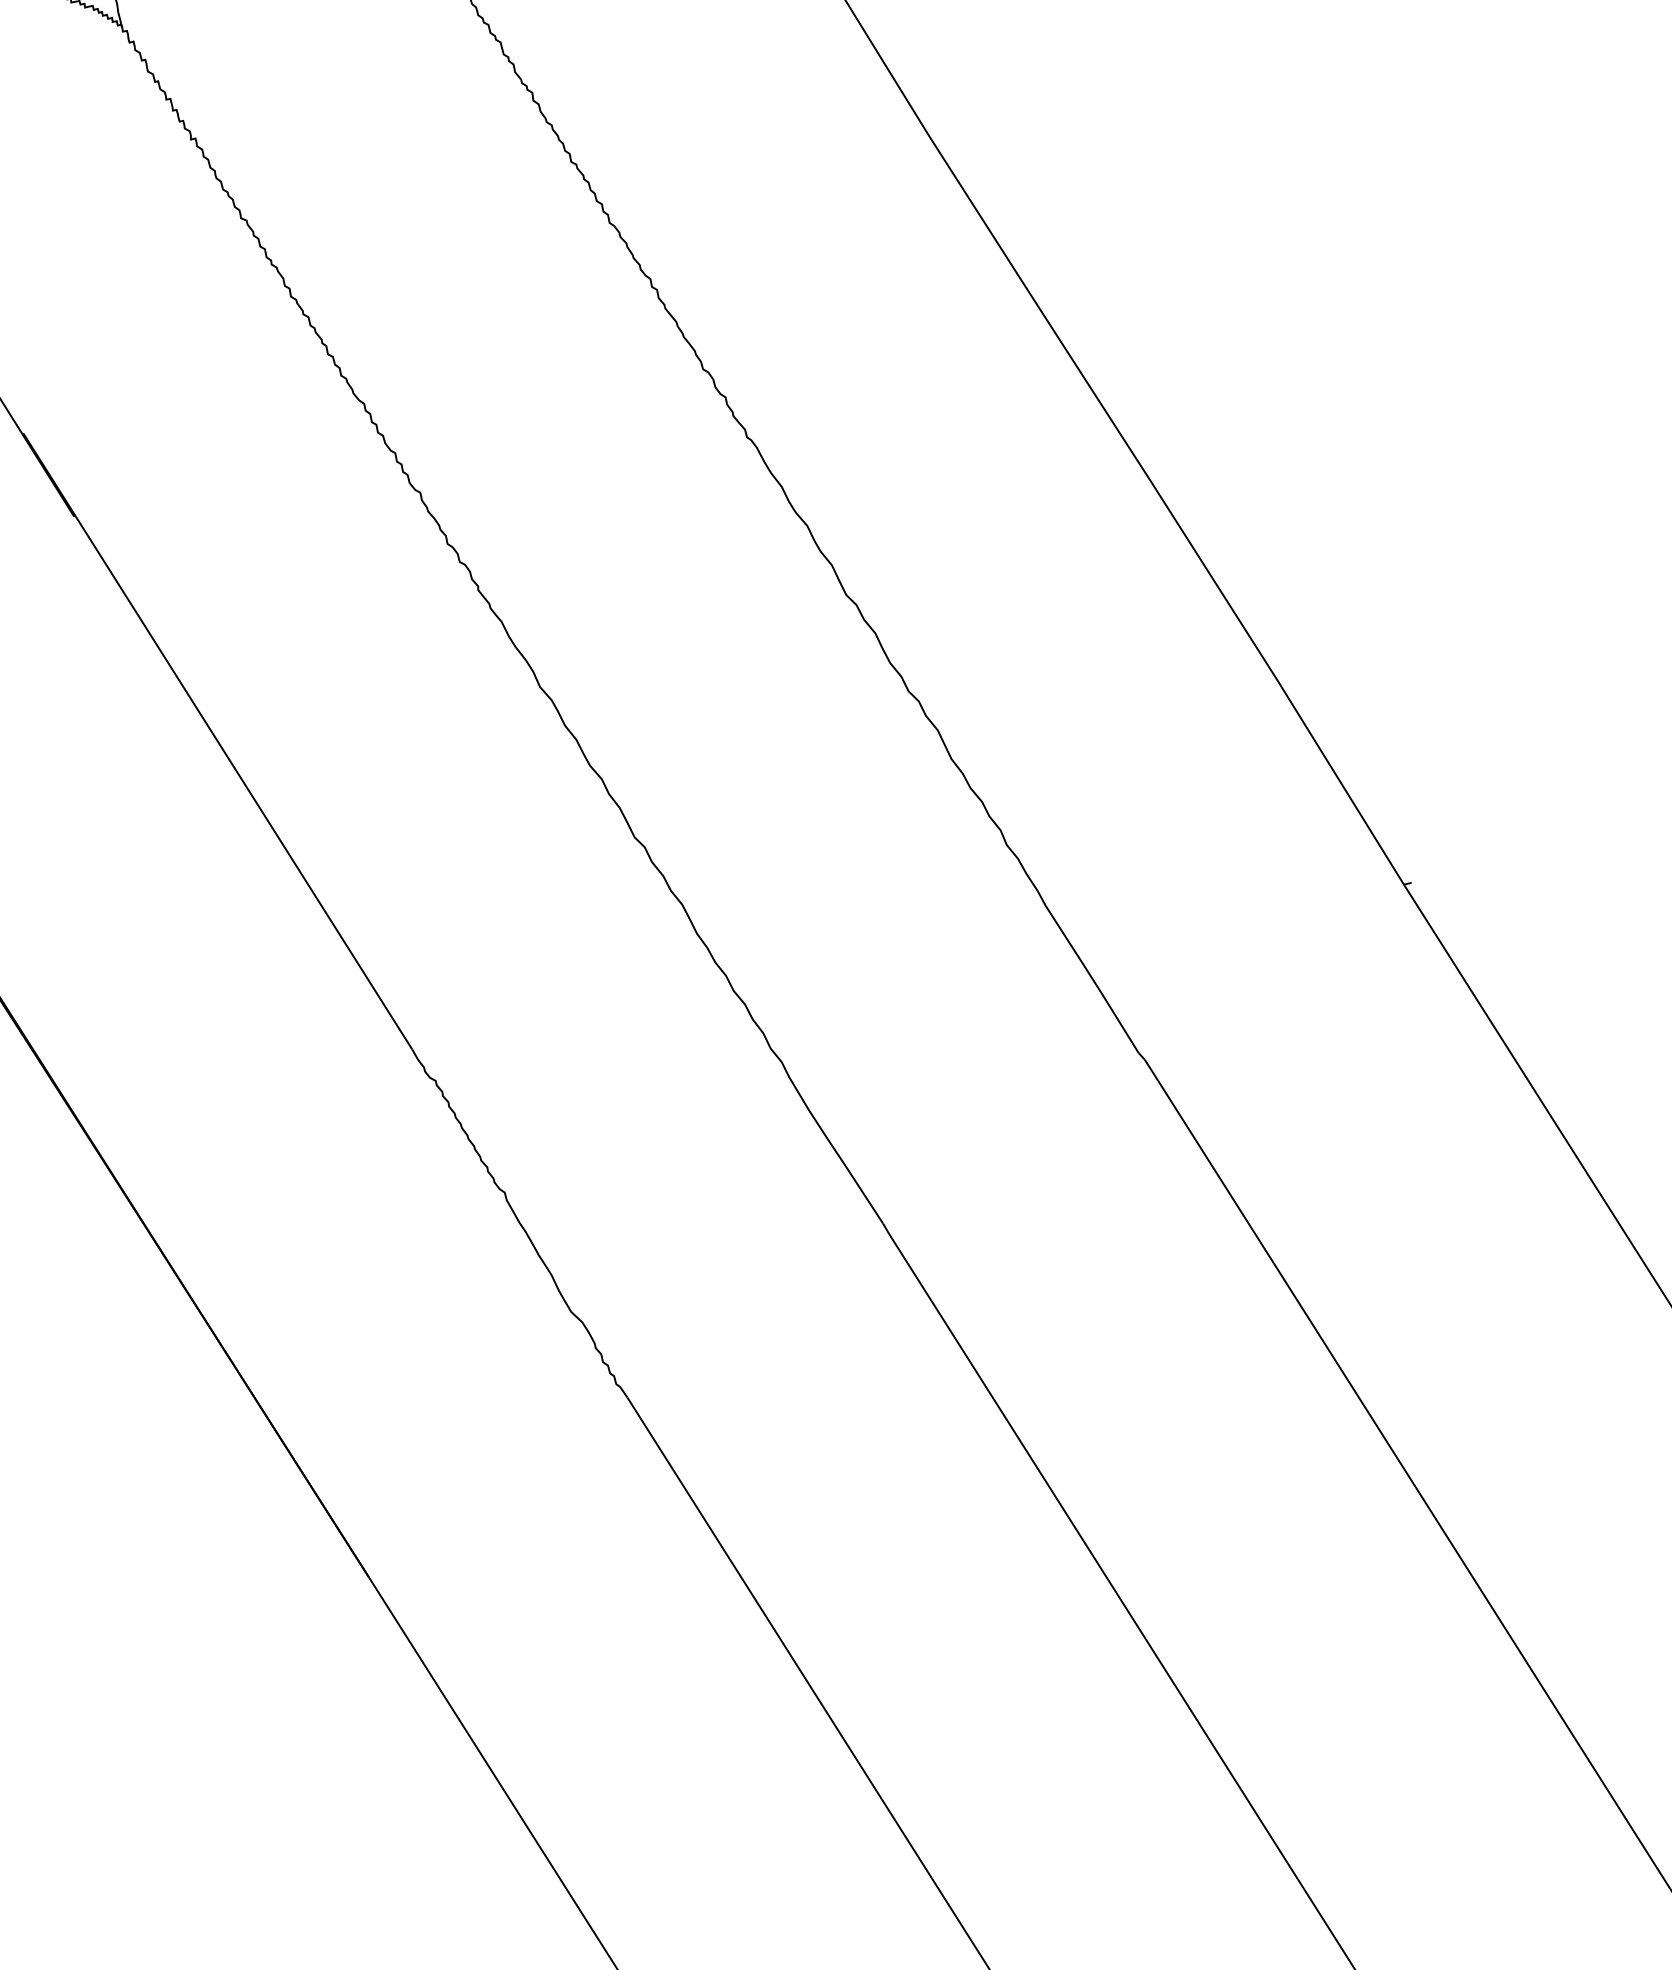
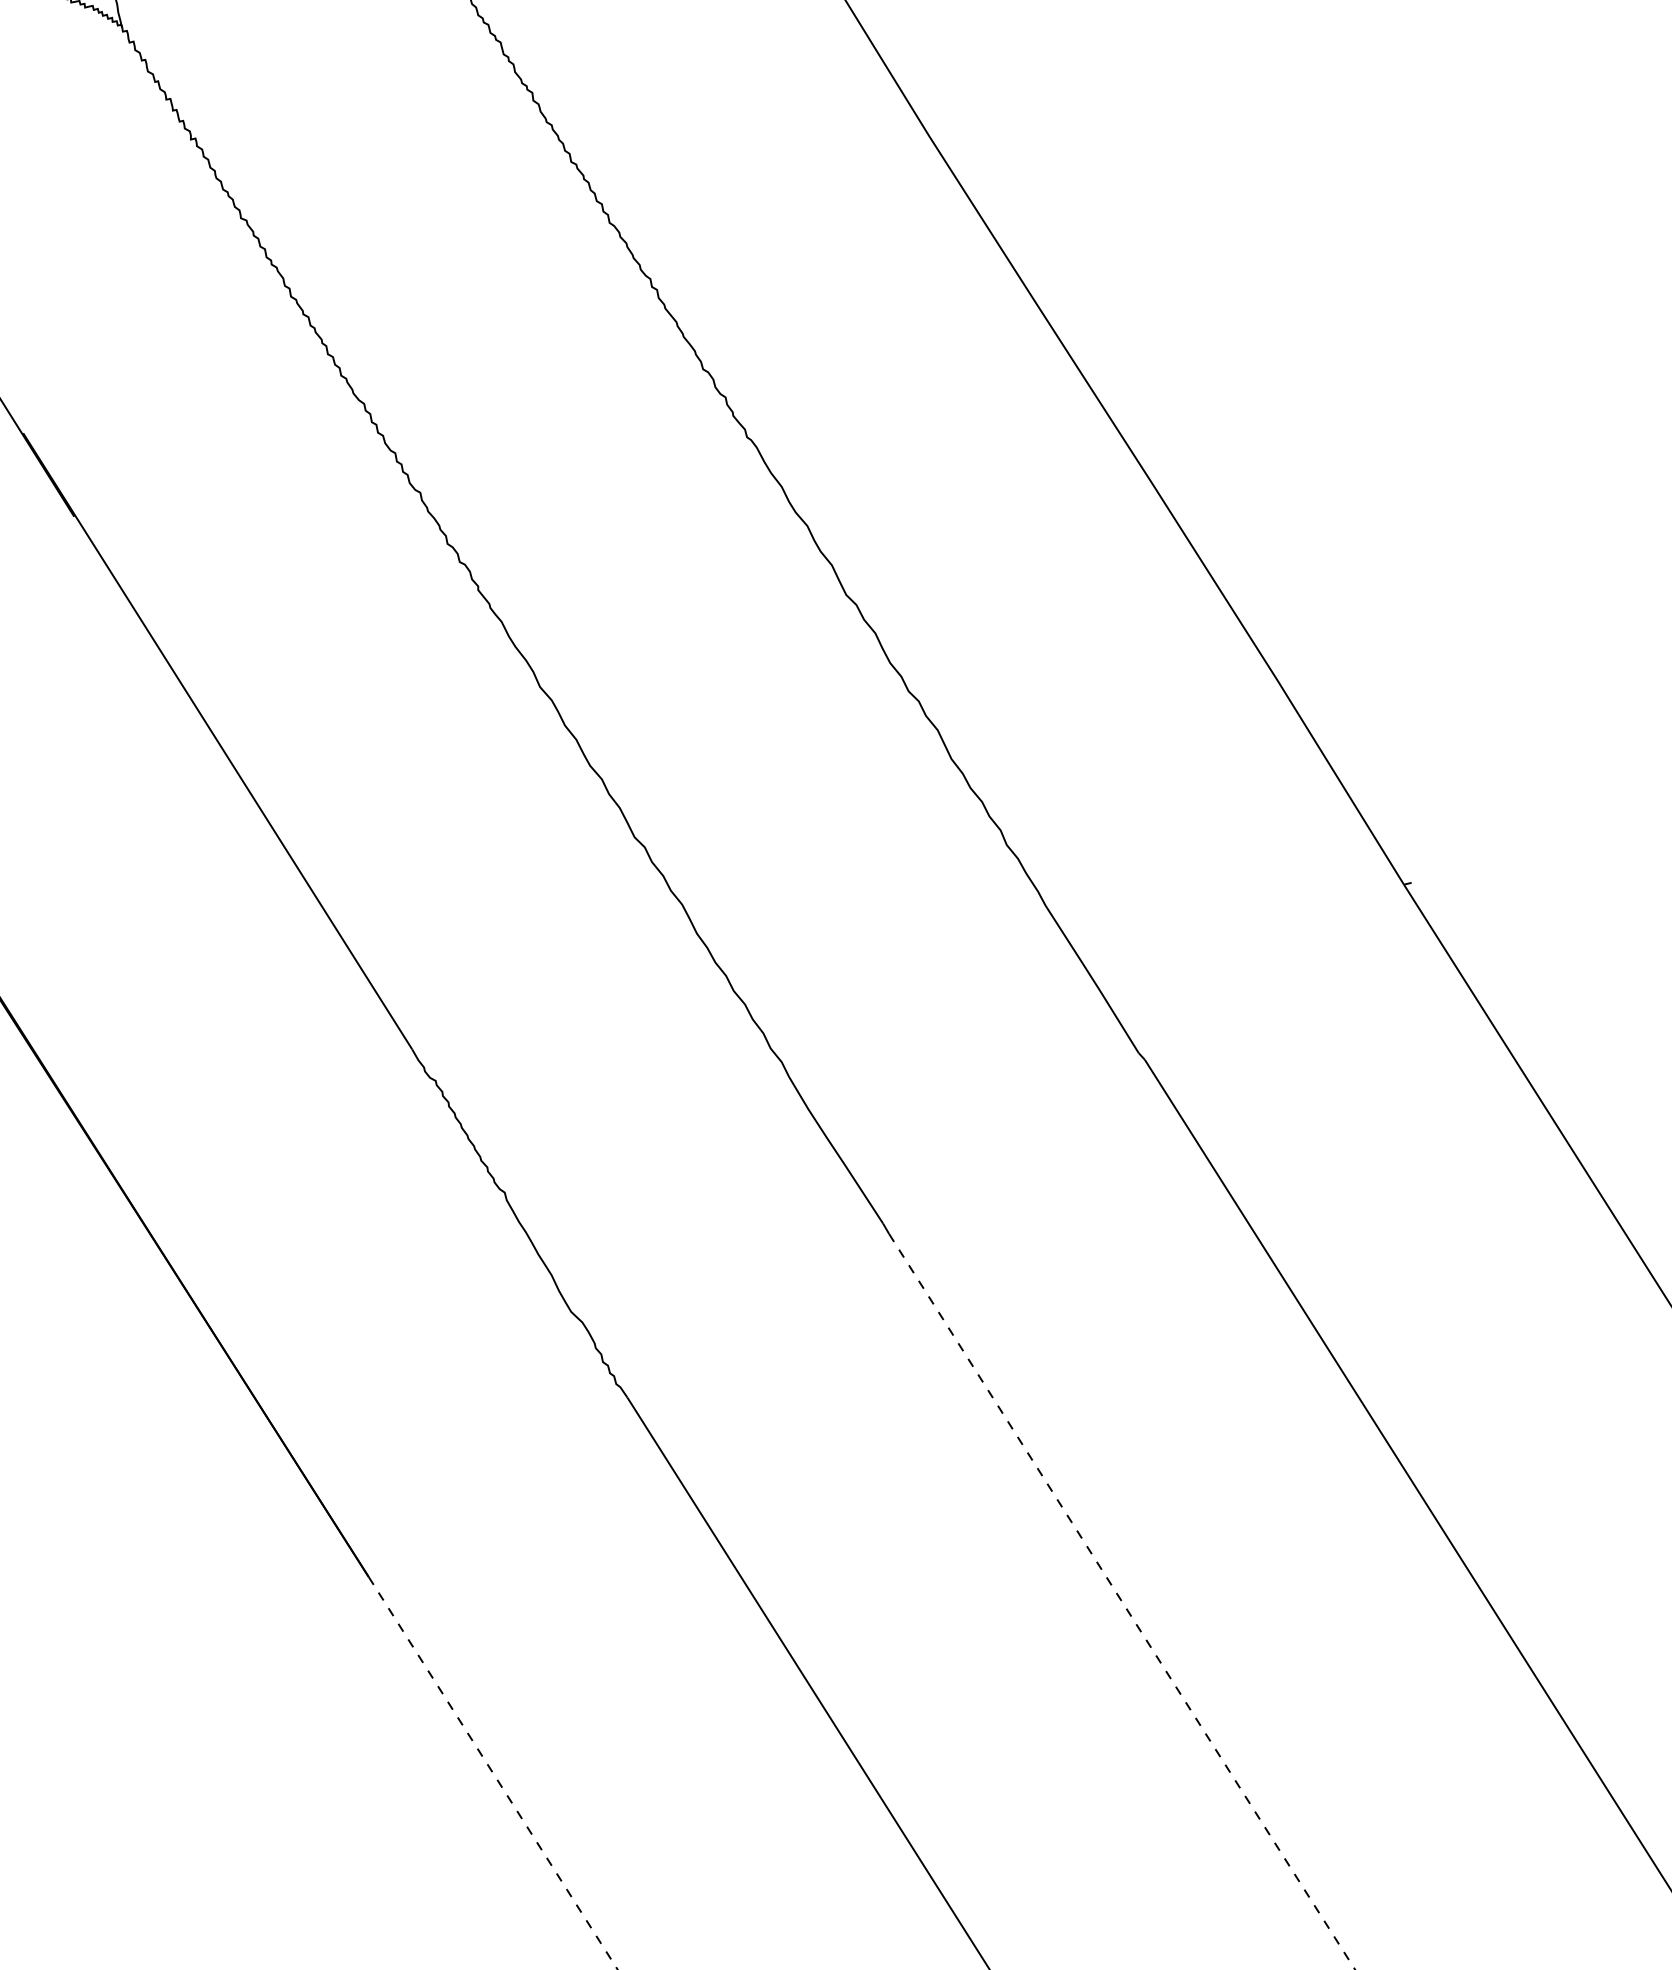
line at (1122, 1602): solid -> dashed
line at (493, 1773): solid -> dashed
